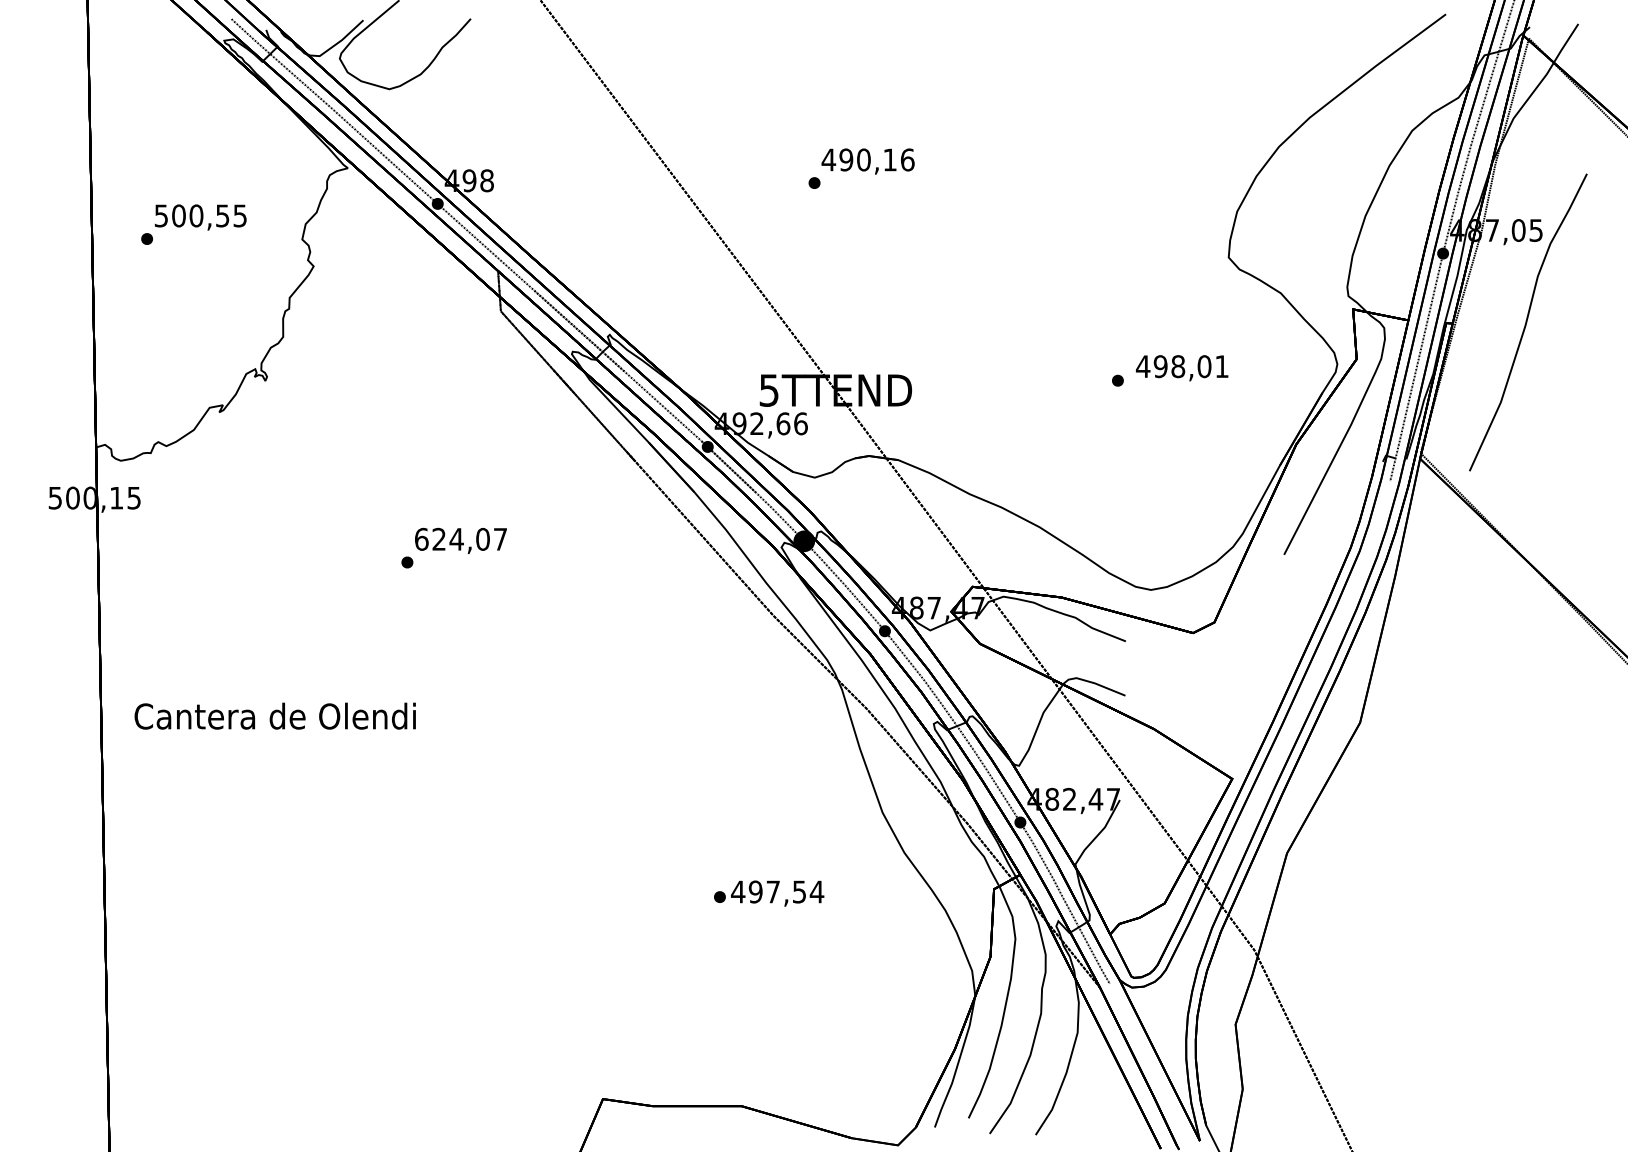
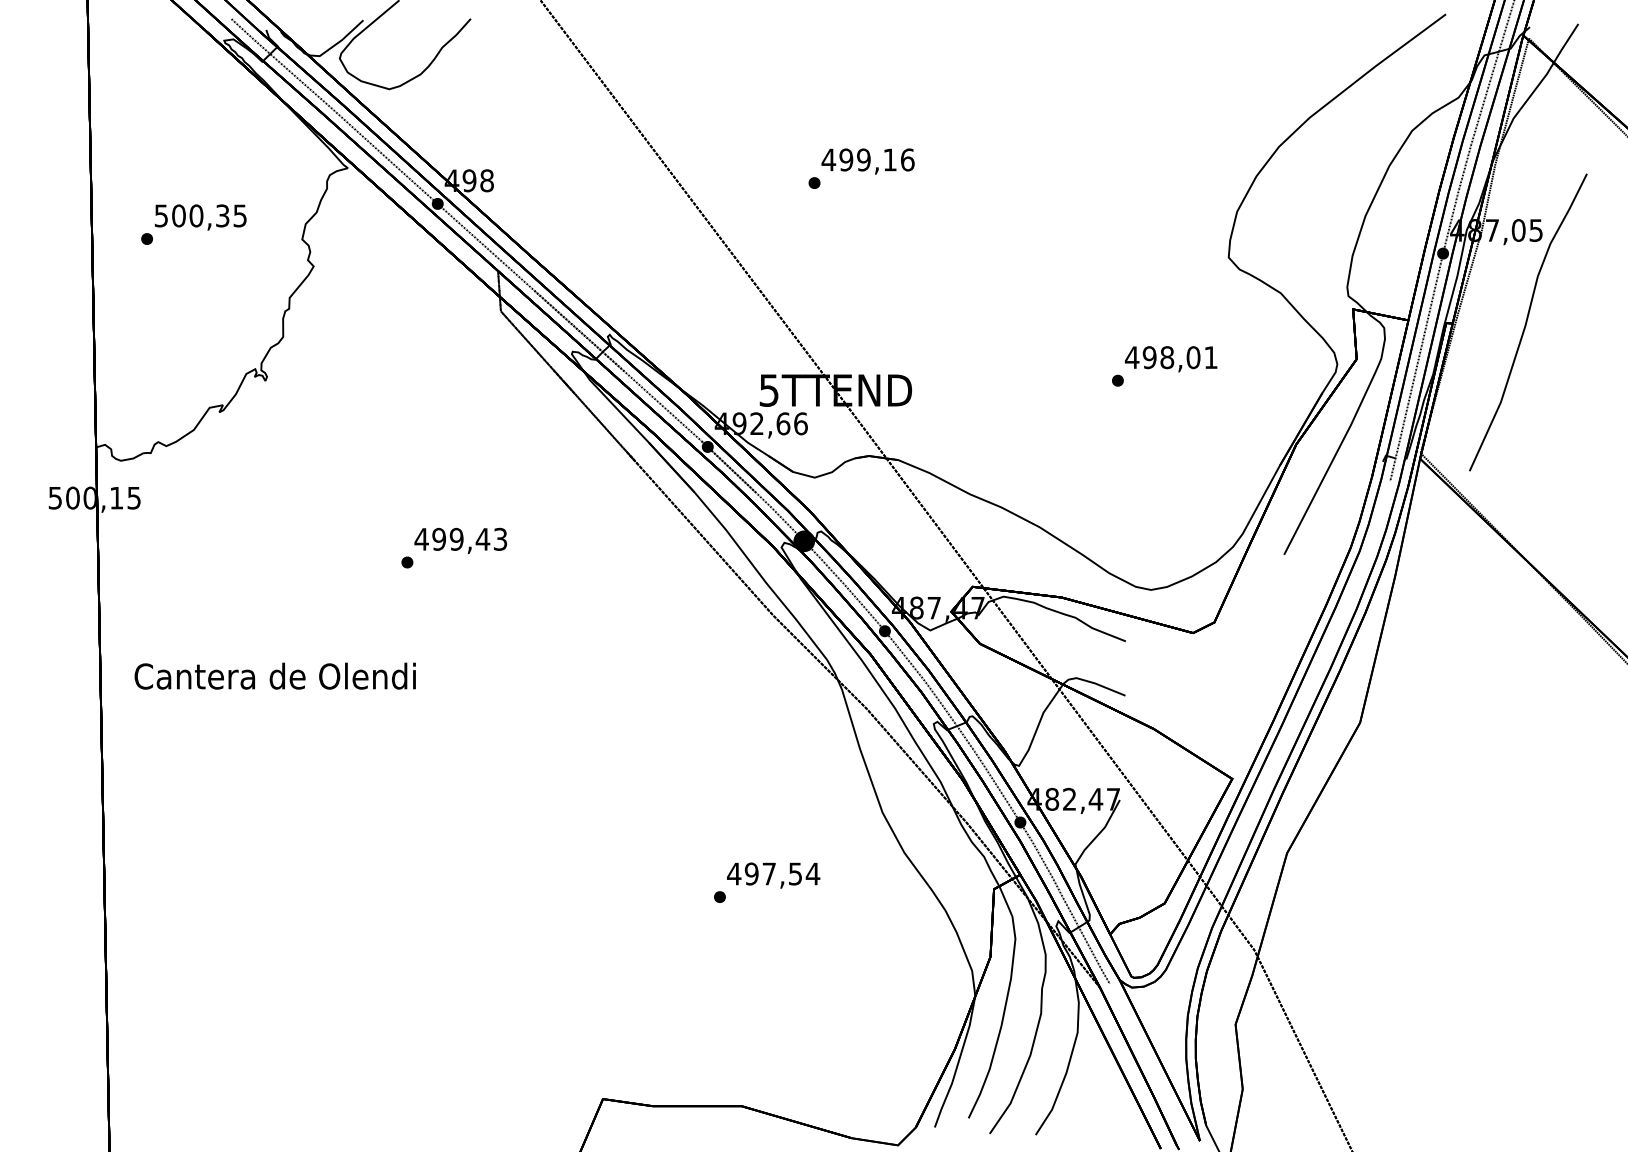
text at (863, 159): 490,16 -> 499,16
text at (222, 215): 500,55 -> 500,35
text at (1182, 368) position: (1182, 368) -> (1171, 359)
text at (460, 538): 624,07 -> 499,43
text at (274, 715) position: (274, 715) -> (274, 675)
text at (777, 893) position: (777, 893) -> (773, 875)
